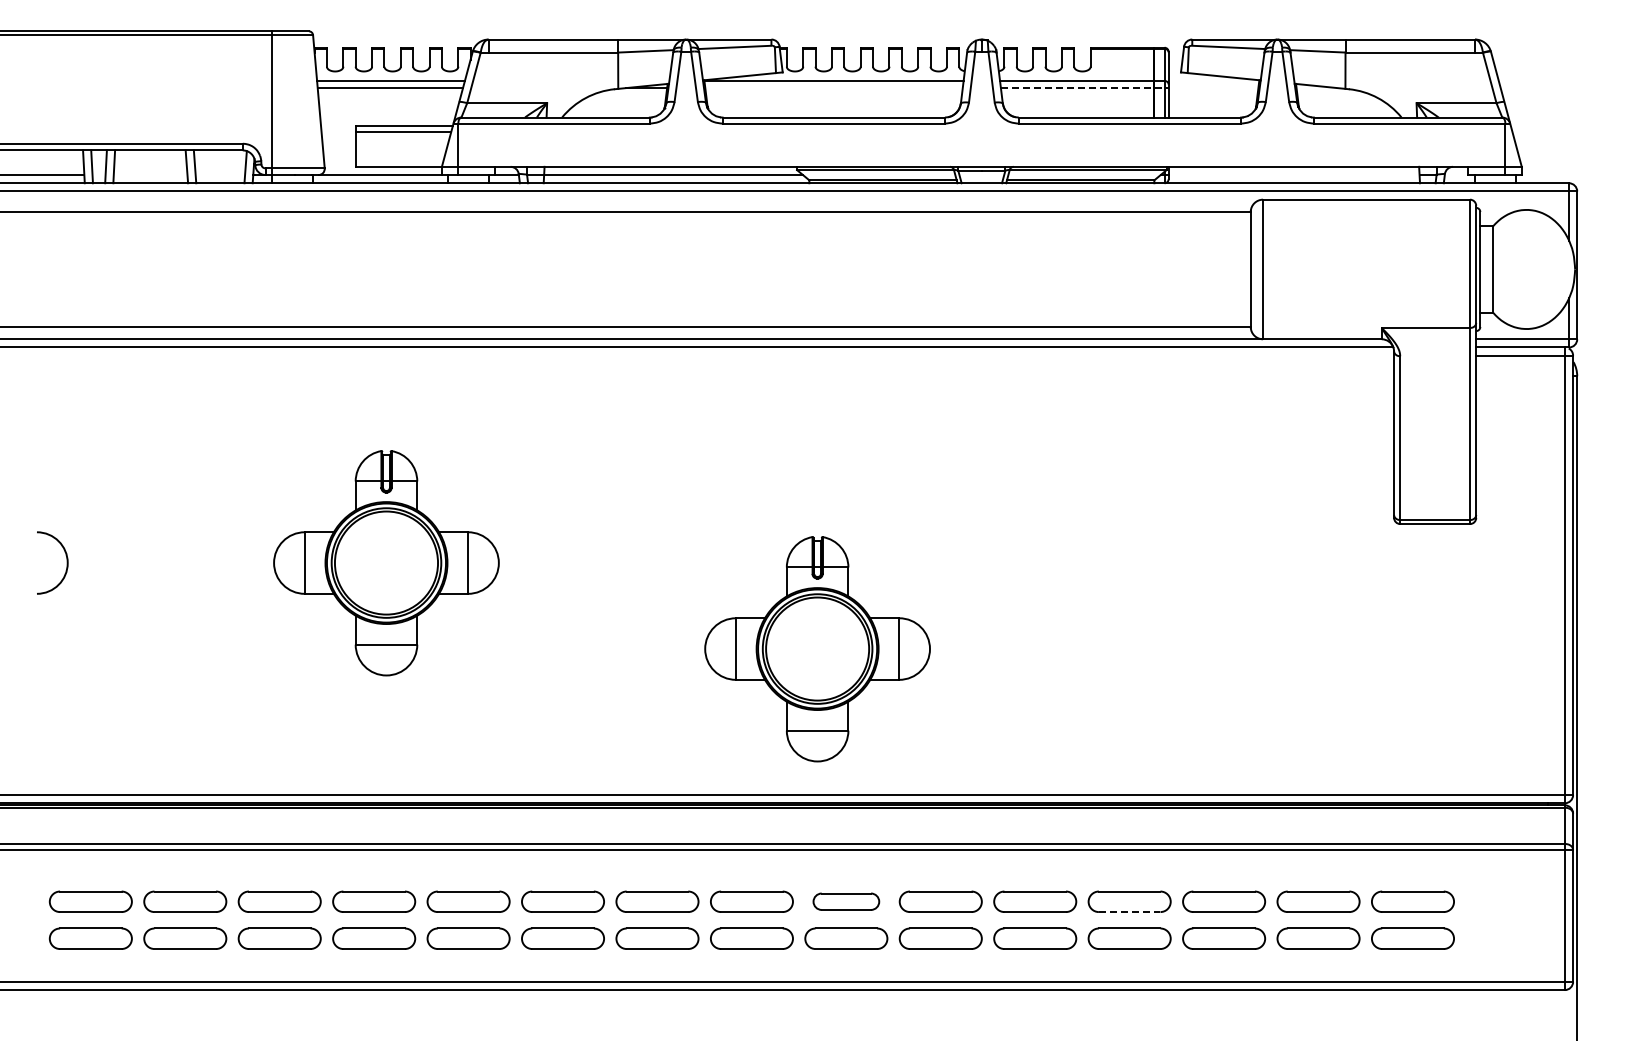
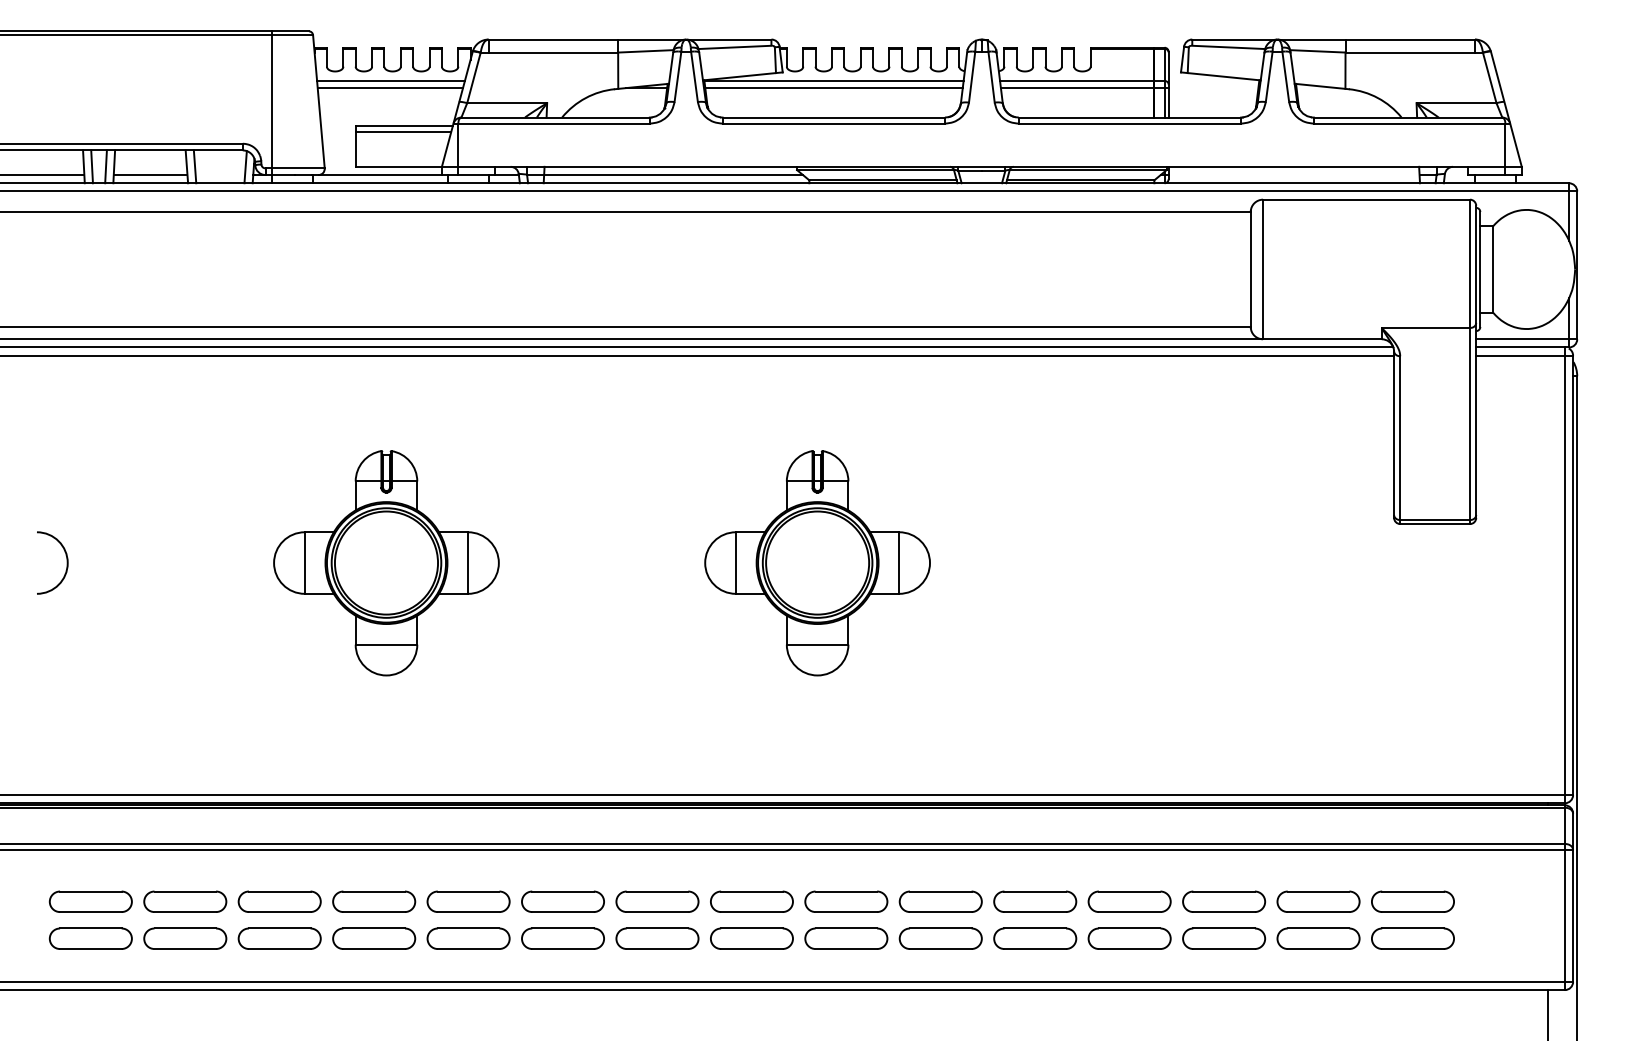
line at (833, 88): none -> present
line at (1084, 88): dashed -> solid
line at (150, 175): none -> present
line at (698, 355): none -> present
part at (817, 649) position: (817, 649) -> (817, 563)
part at (846, 901) size: 69x19 px -> 85x23 px
line at (1129, 912): dashed -> solid
line at (1548, 1013): none -> present
